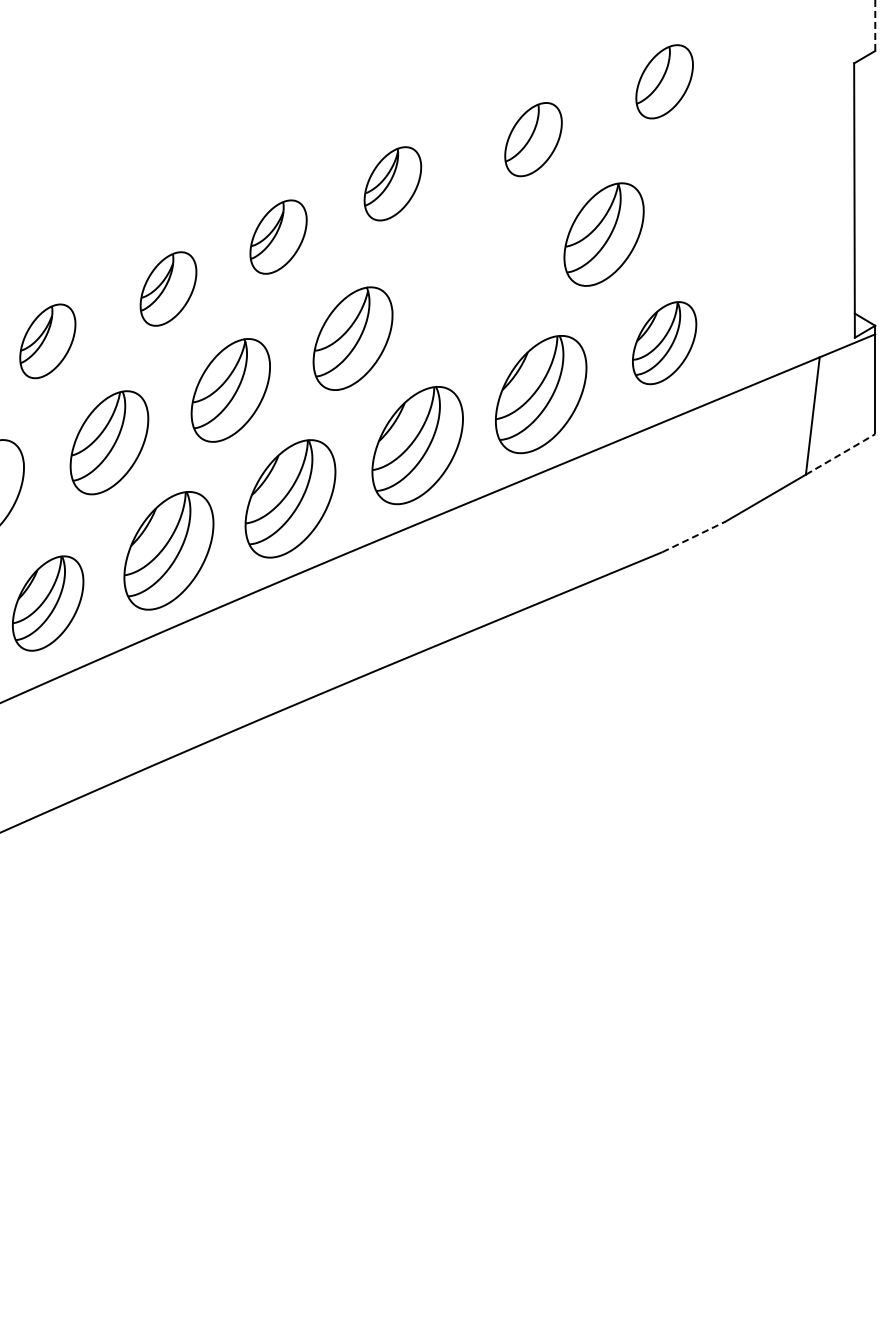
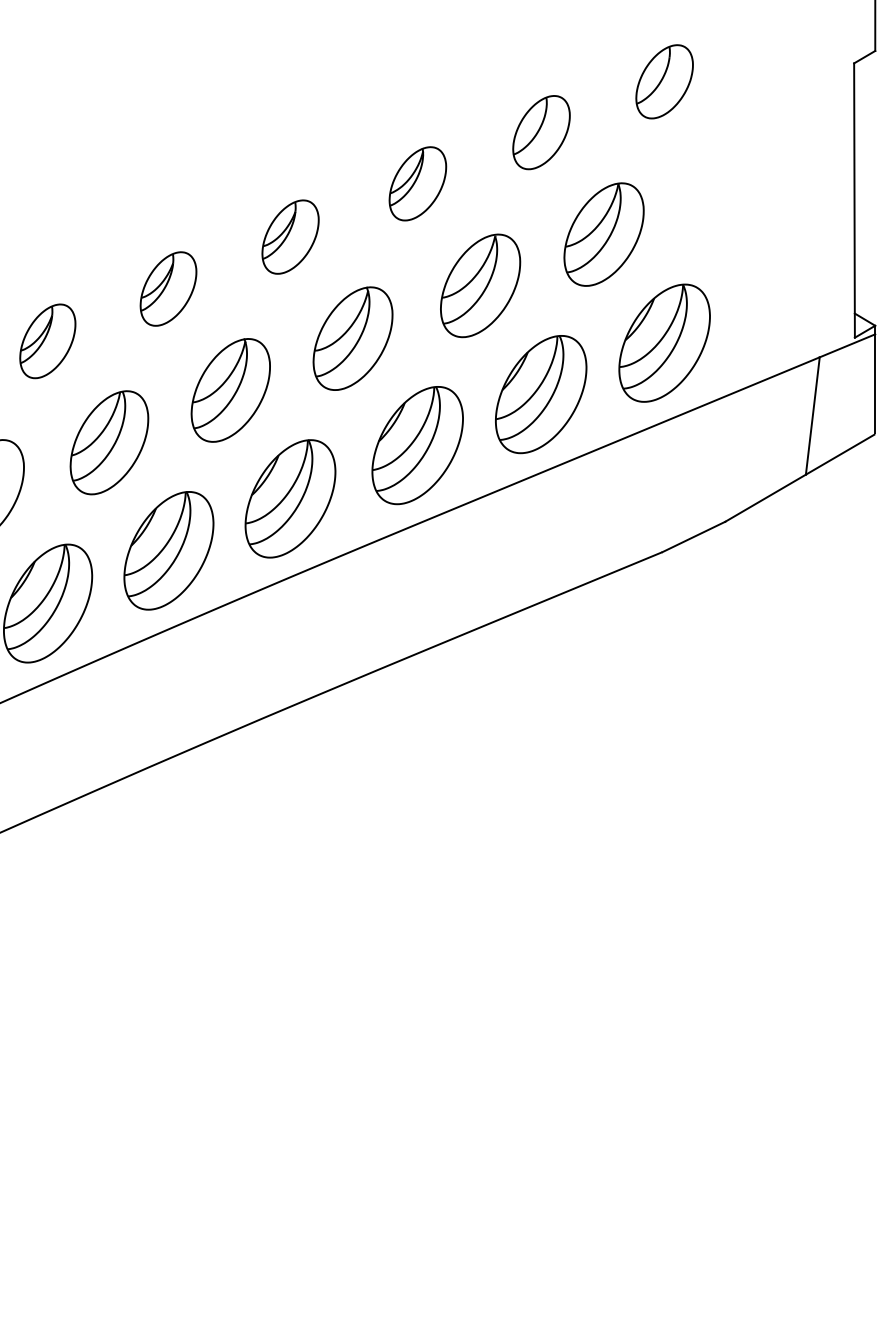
line at (875, 25): dashed -> solid
part at (533, 139) position: (533, 139) -> (541, 132)
part at (392, 183) position: (392, 183) -> (417, 183)
part at (278, 236) position: (278, 236) -> (290, 236)
part at (480, 285): none -> present
part at (664, 343) size: 66x85 px -> 93x120 px
line at (840, 454): dashed -> solid
line at (693, 536): dashed -> solid
part at (48, 603) size: 73x97 px -> 91x121 px
